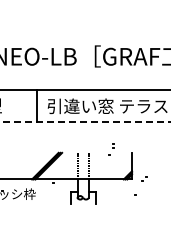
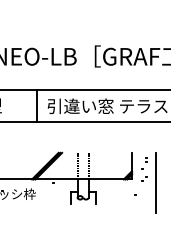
line at (85, 121): dashed -> solid
part at (111, 149) position: (111, 149) -> (144, 163)
line at (155, 182): none -> present
